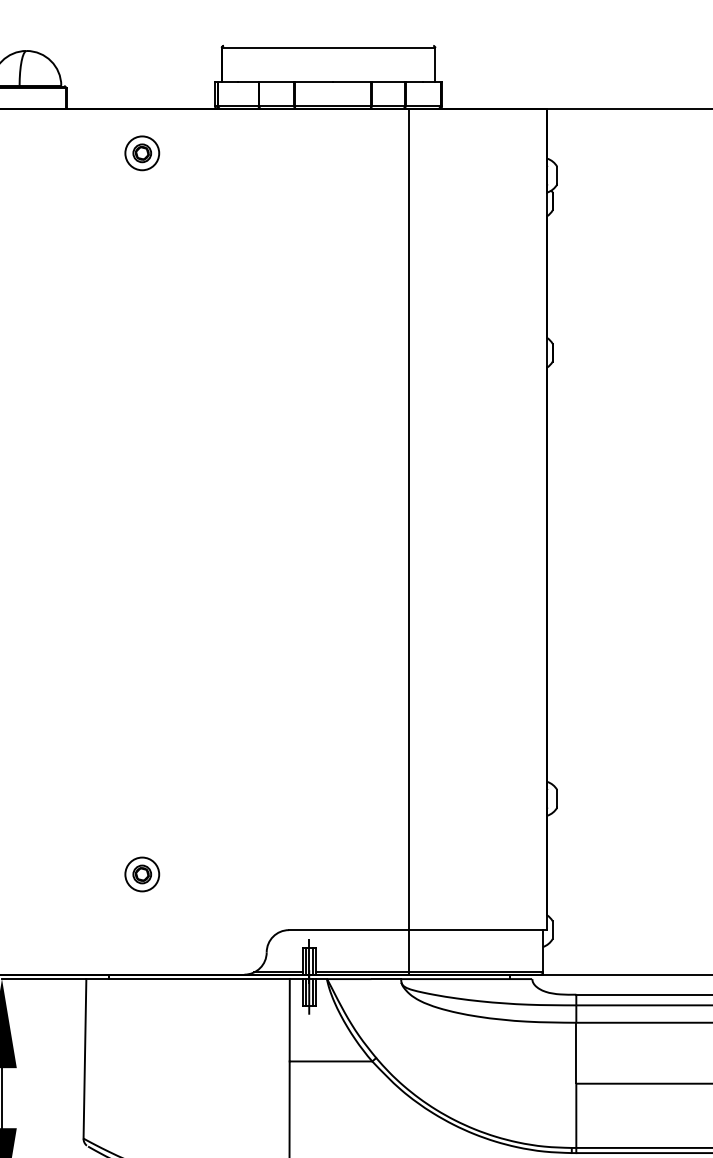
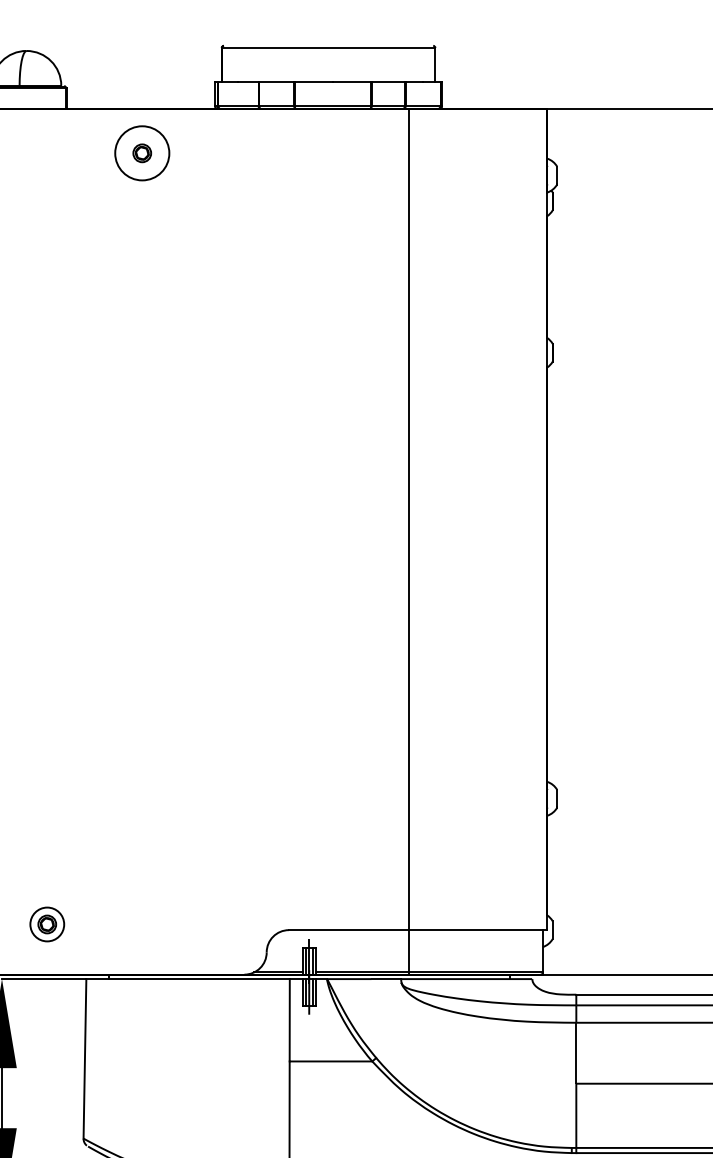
circle at (142, 153) diameter: 34 px -> 54 px
part at (142, 874) position: (142, 874) -> (47, 924)
